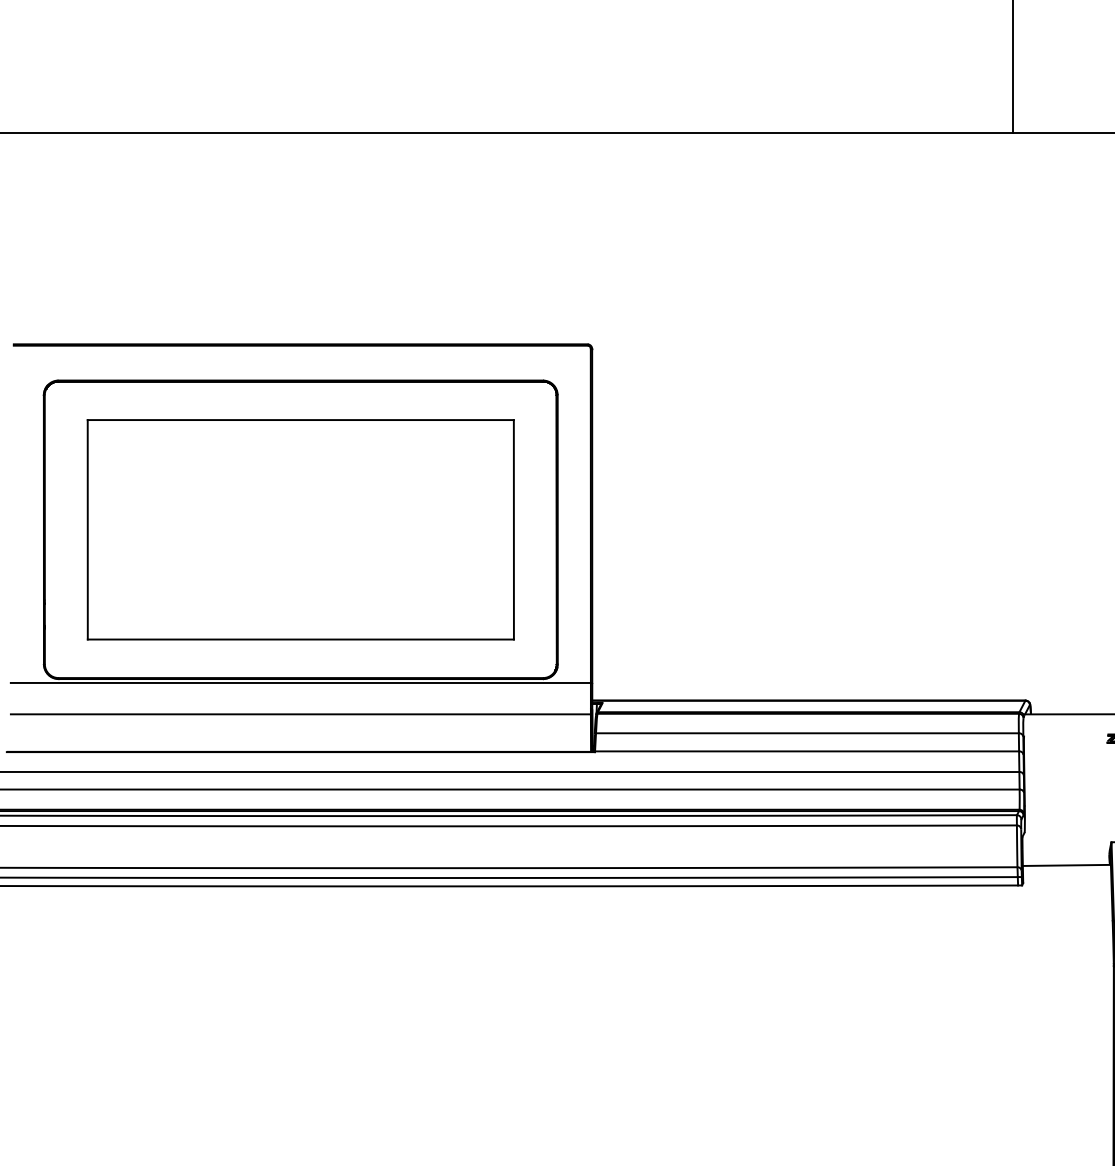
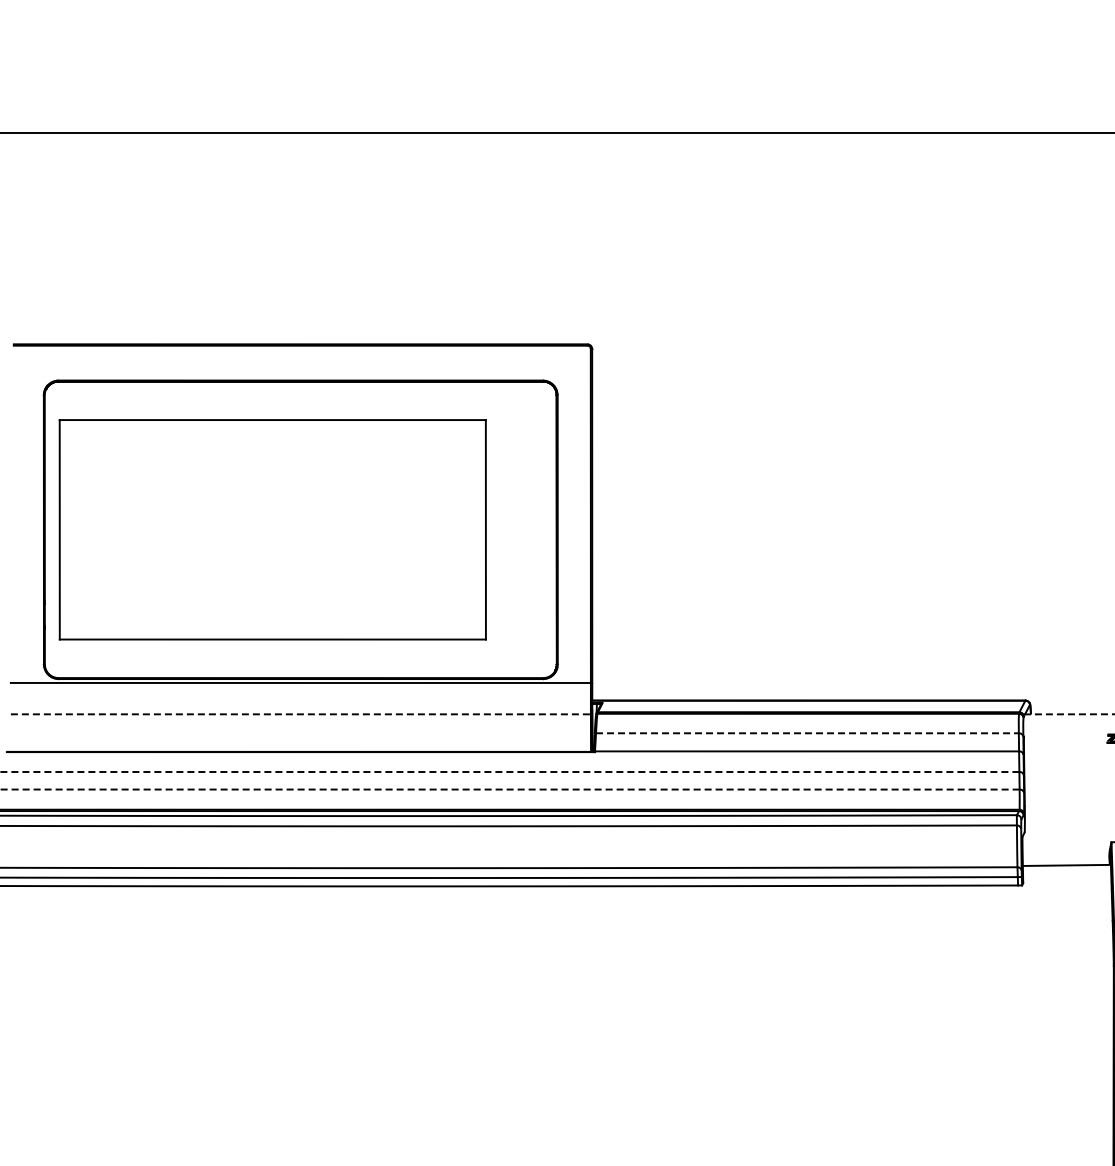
line at (1013, 67): present -> none
part at (300, 529) position: (300, 529) -> (272, 529)
line at (301, 714): solid -> dashed
line at (1068, 714): solid -> dashed
line at (807, 733): solid -> dashed
line at (509, 772): solid -> dashed
line at (509, 789): solid -> dashed
